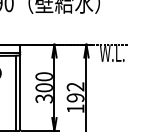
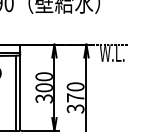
text at (75, 97): 192 -> 370
